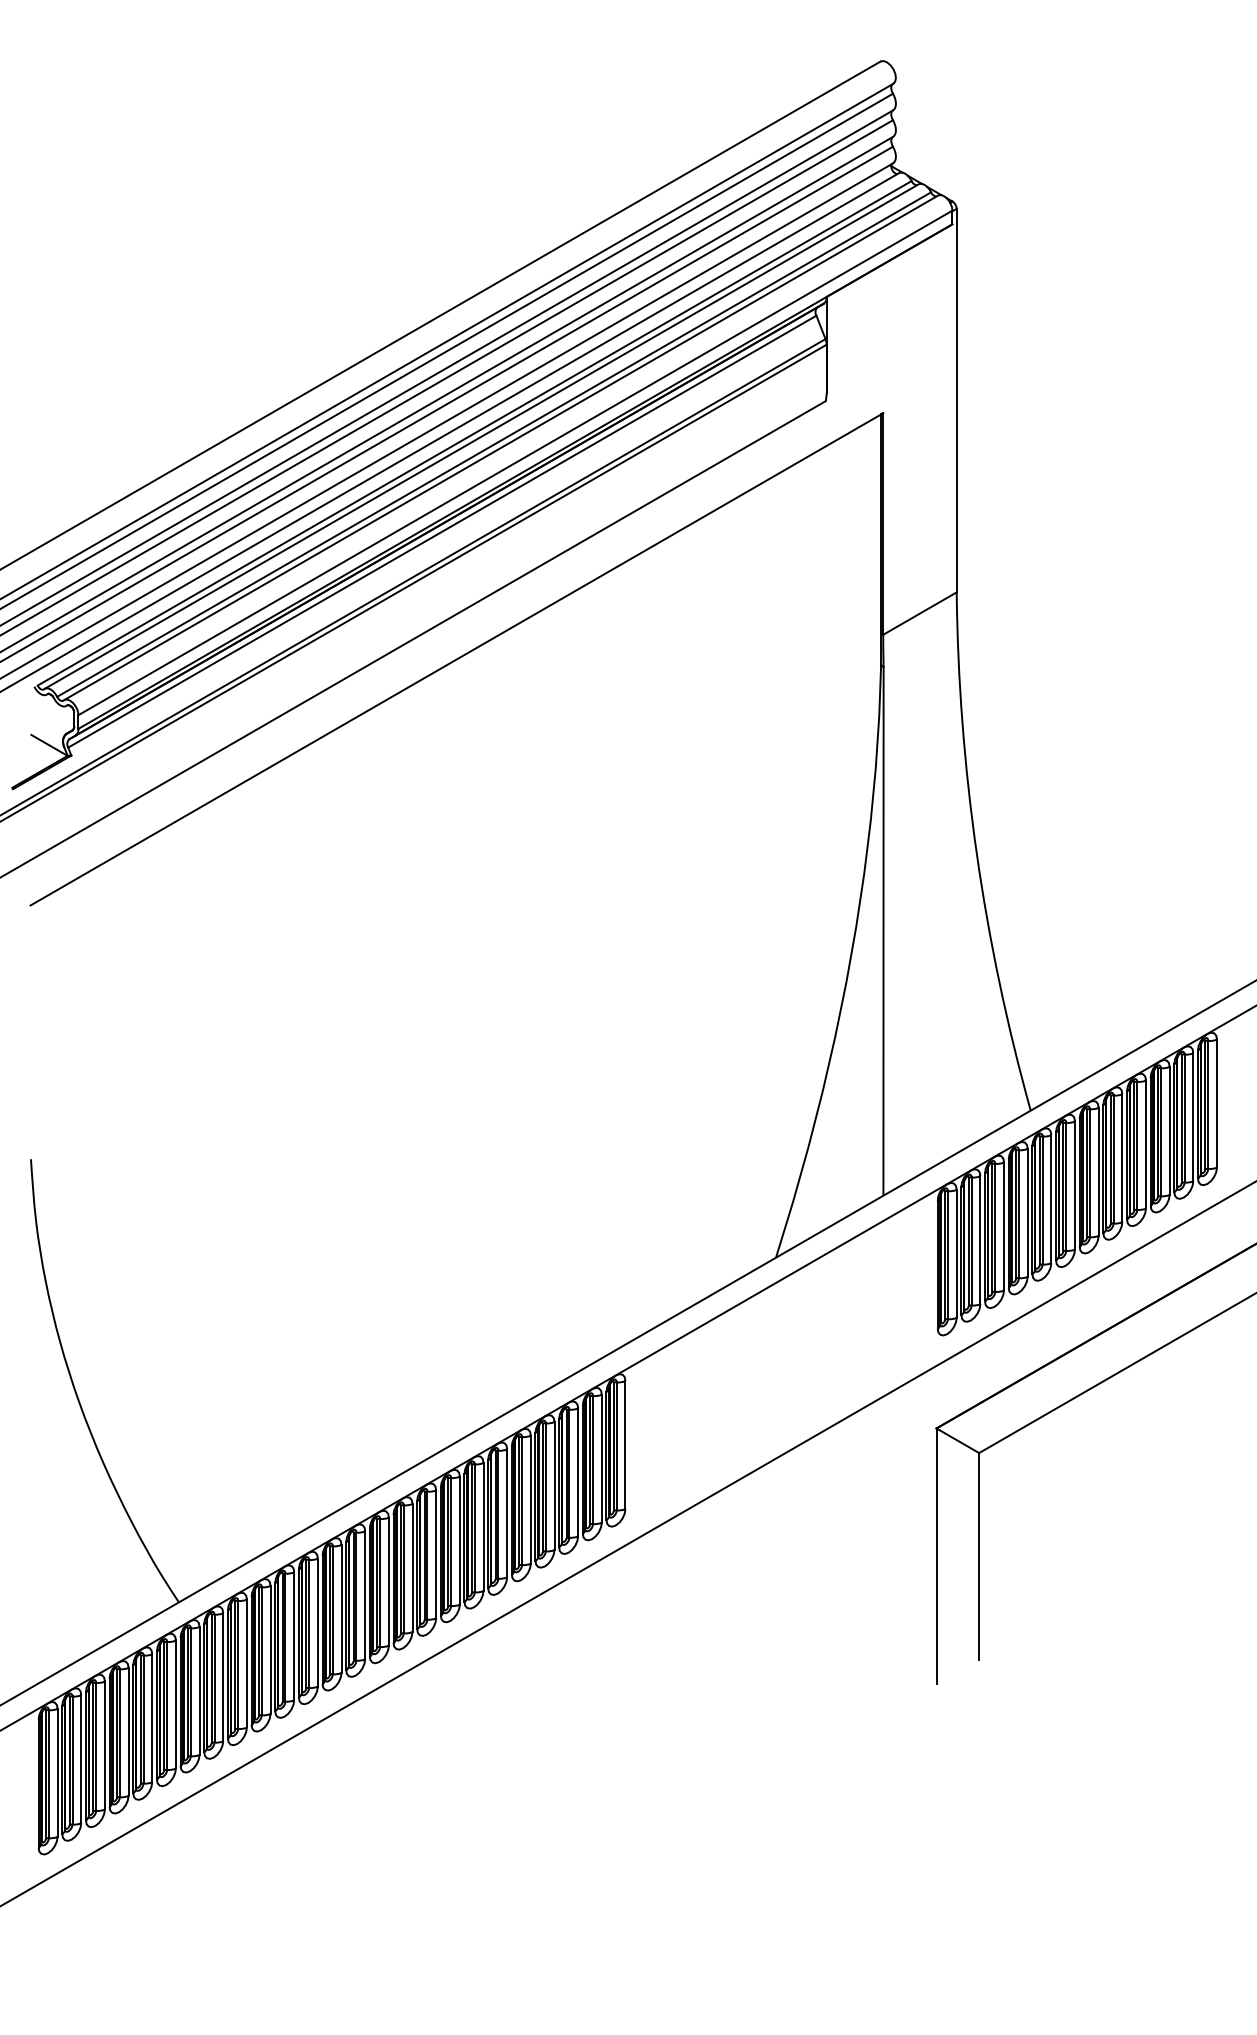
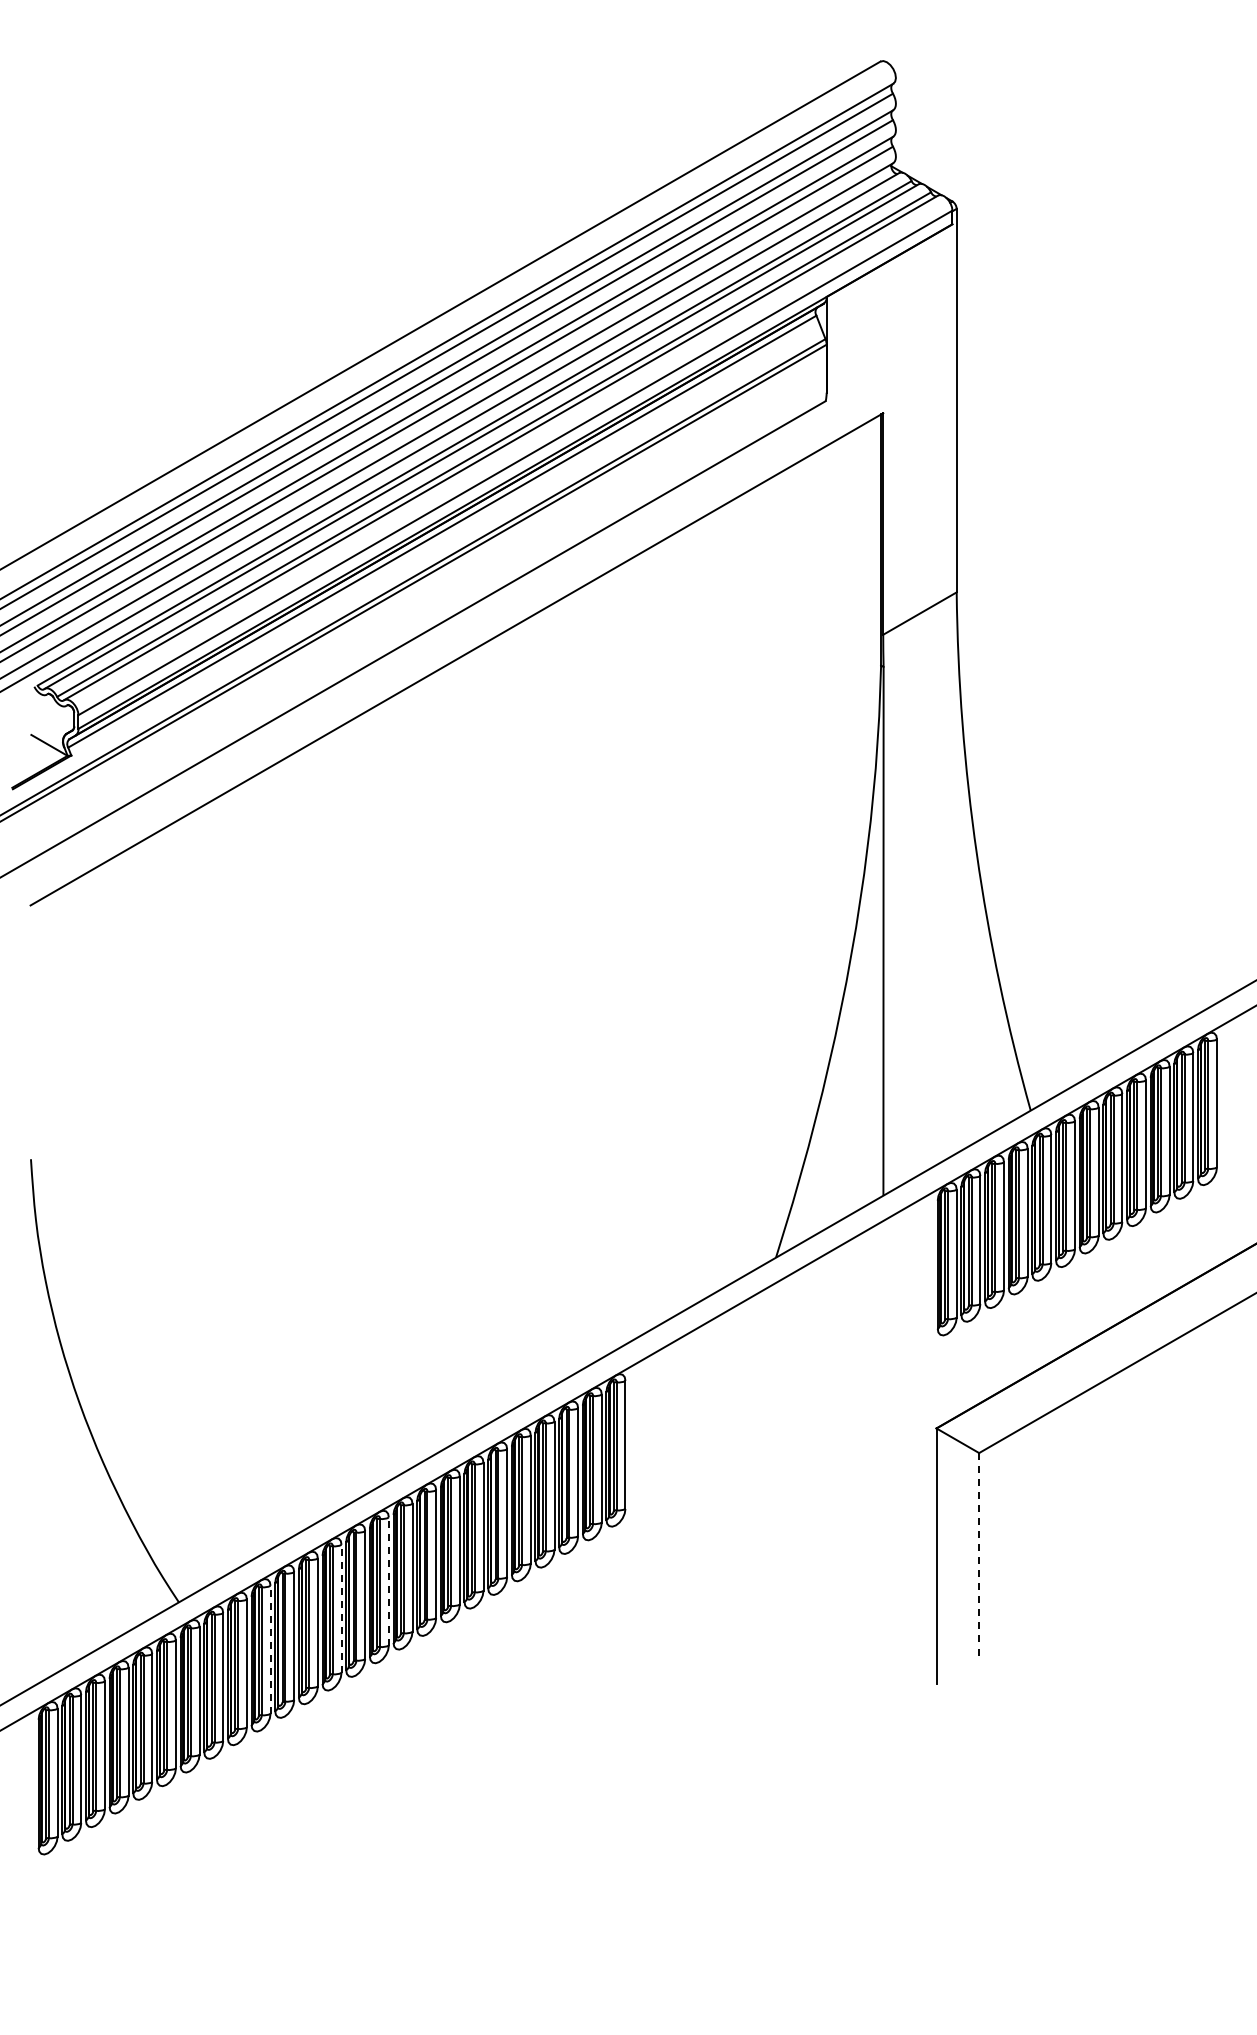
line at (627, 1543): present -> none
line at (979, 1556): solid -> dashed
line at (388, 1581): solid -> dashed
line at (341, 1608): solid -> dashed
line at (270, 1649): solid -> dashed
